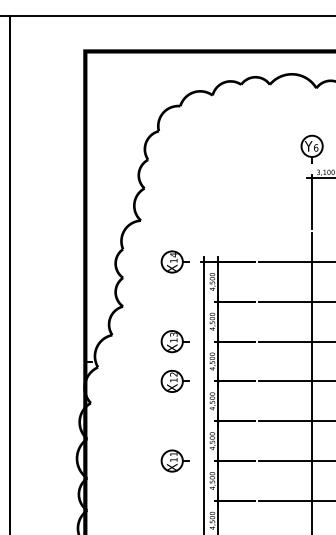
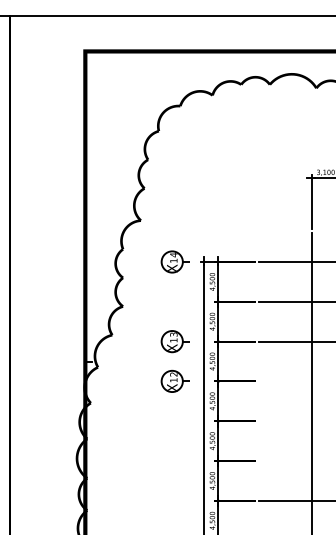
part at (311, 148): present -> none
line at (295, 381): present -> none
line at (295, 421): present -> none
part at (174, 460): present -> none
line at (295, 461): present -> none
